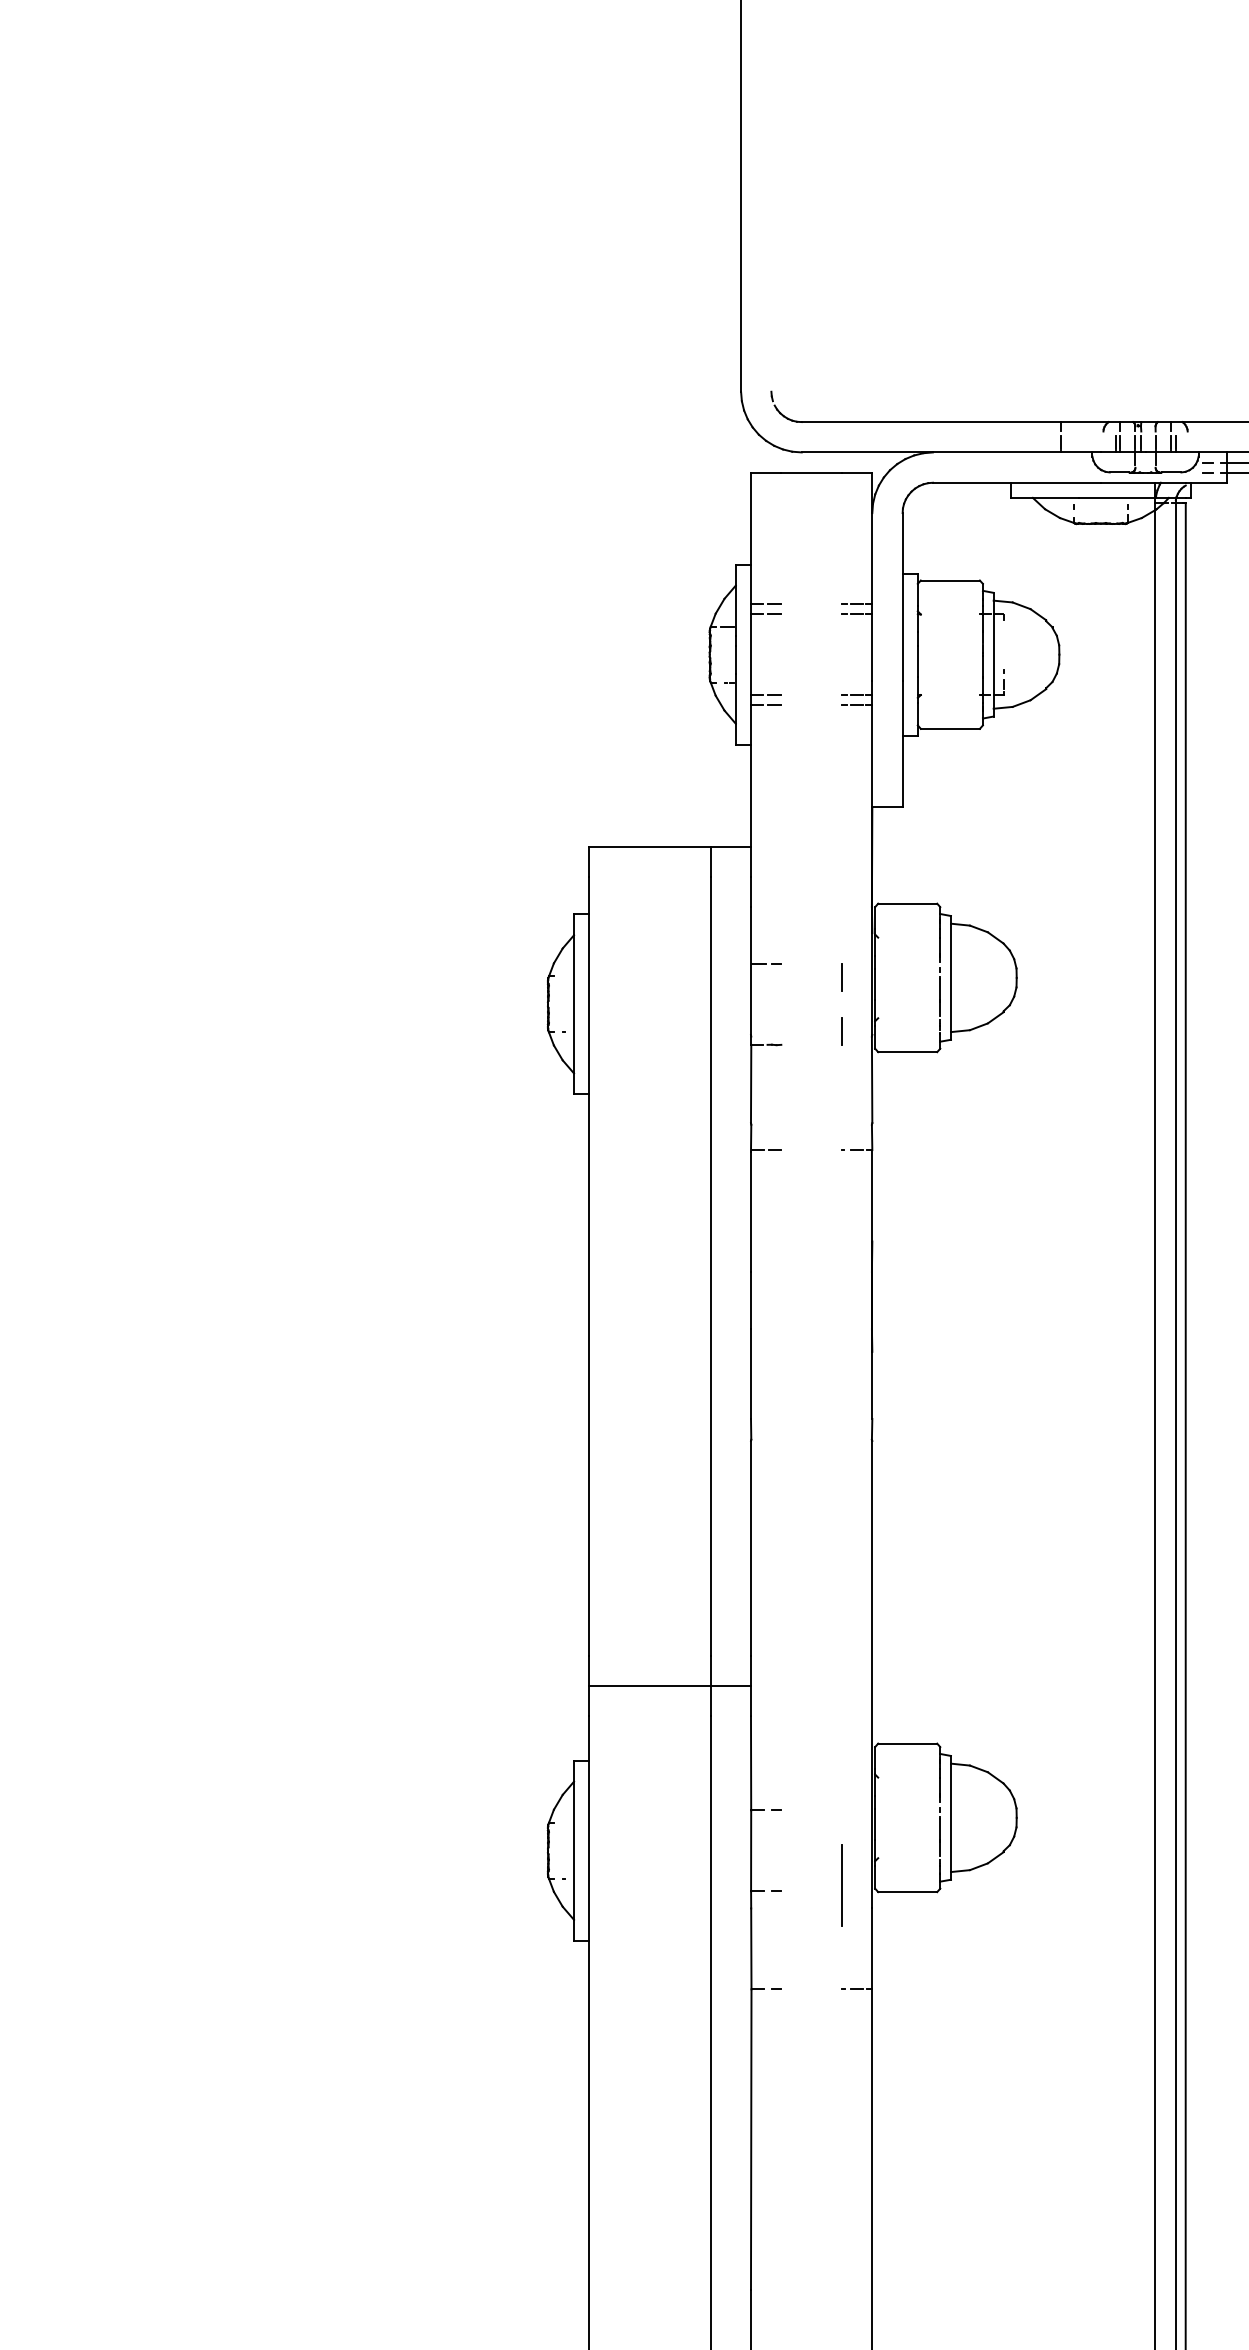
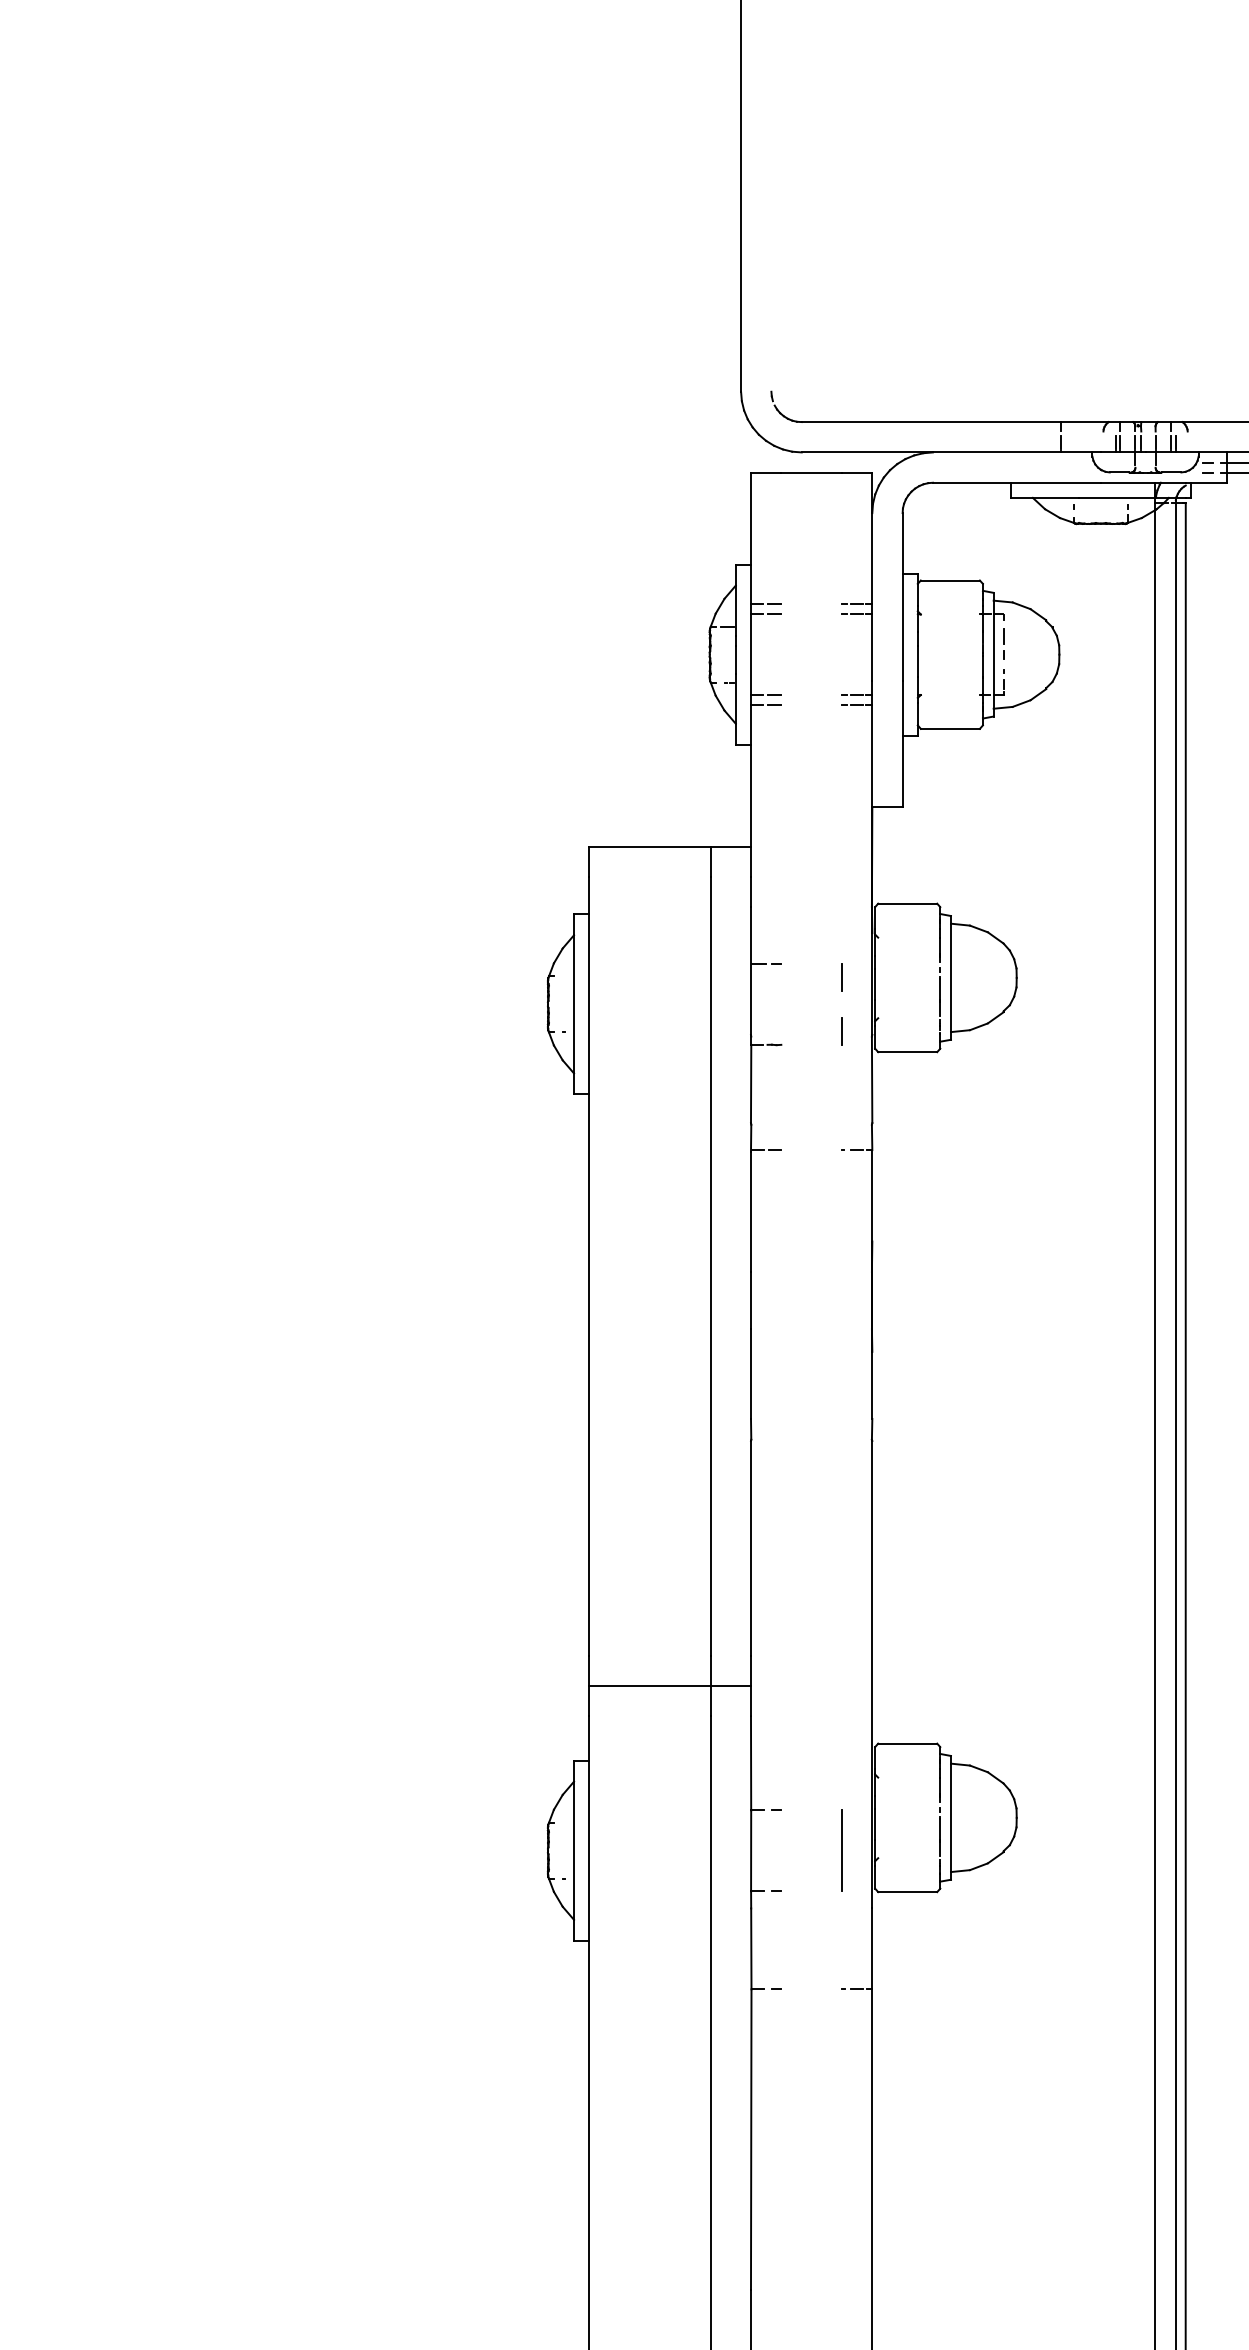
line at (1003, 643): none -> present
line at (841, 1885) position: (841, 1885) -> (841, 1850)
